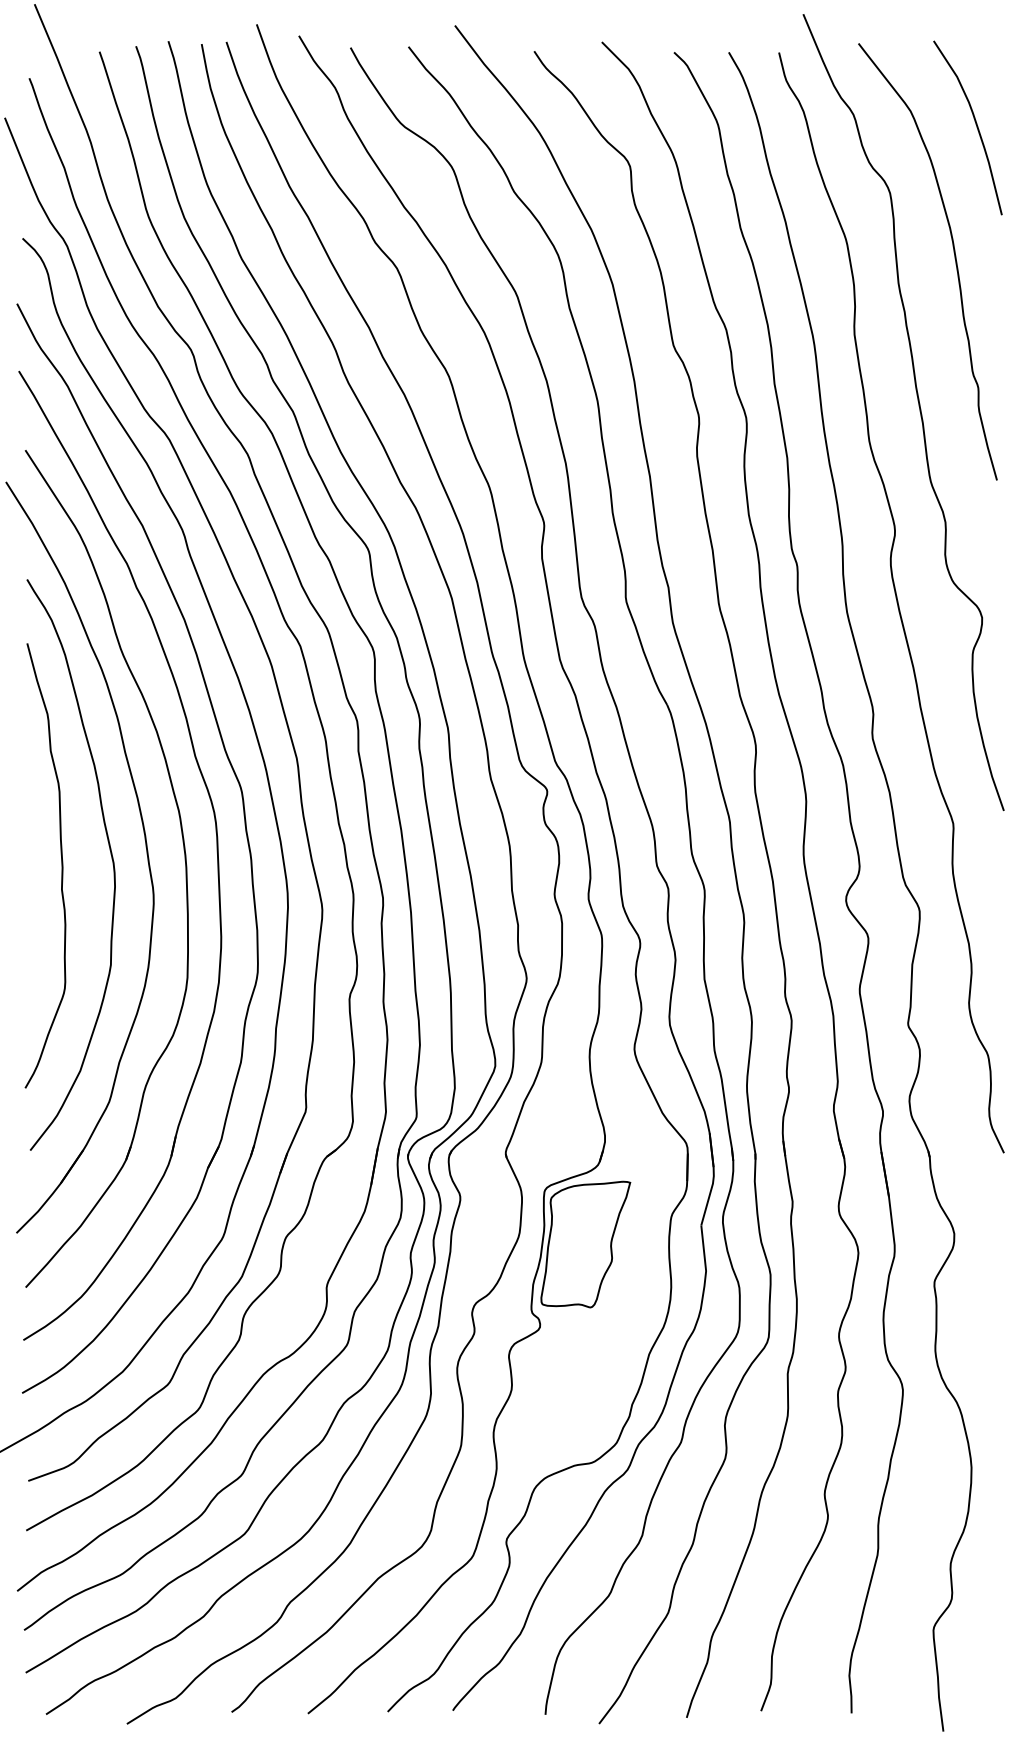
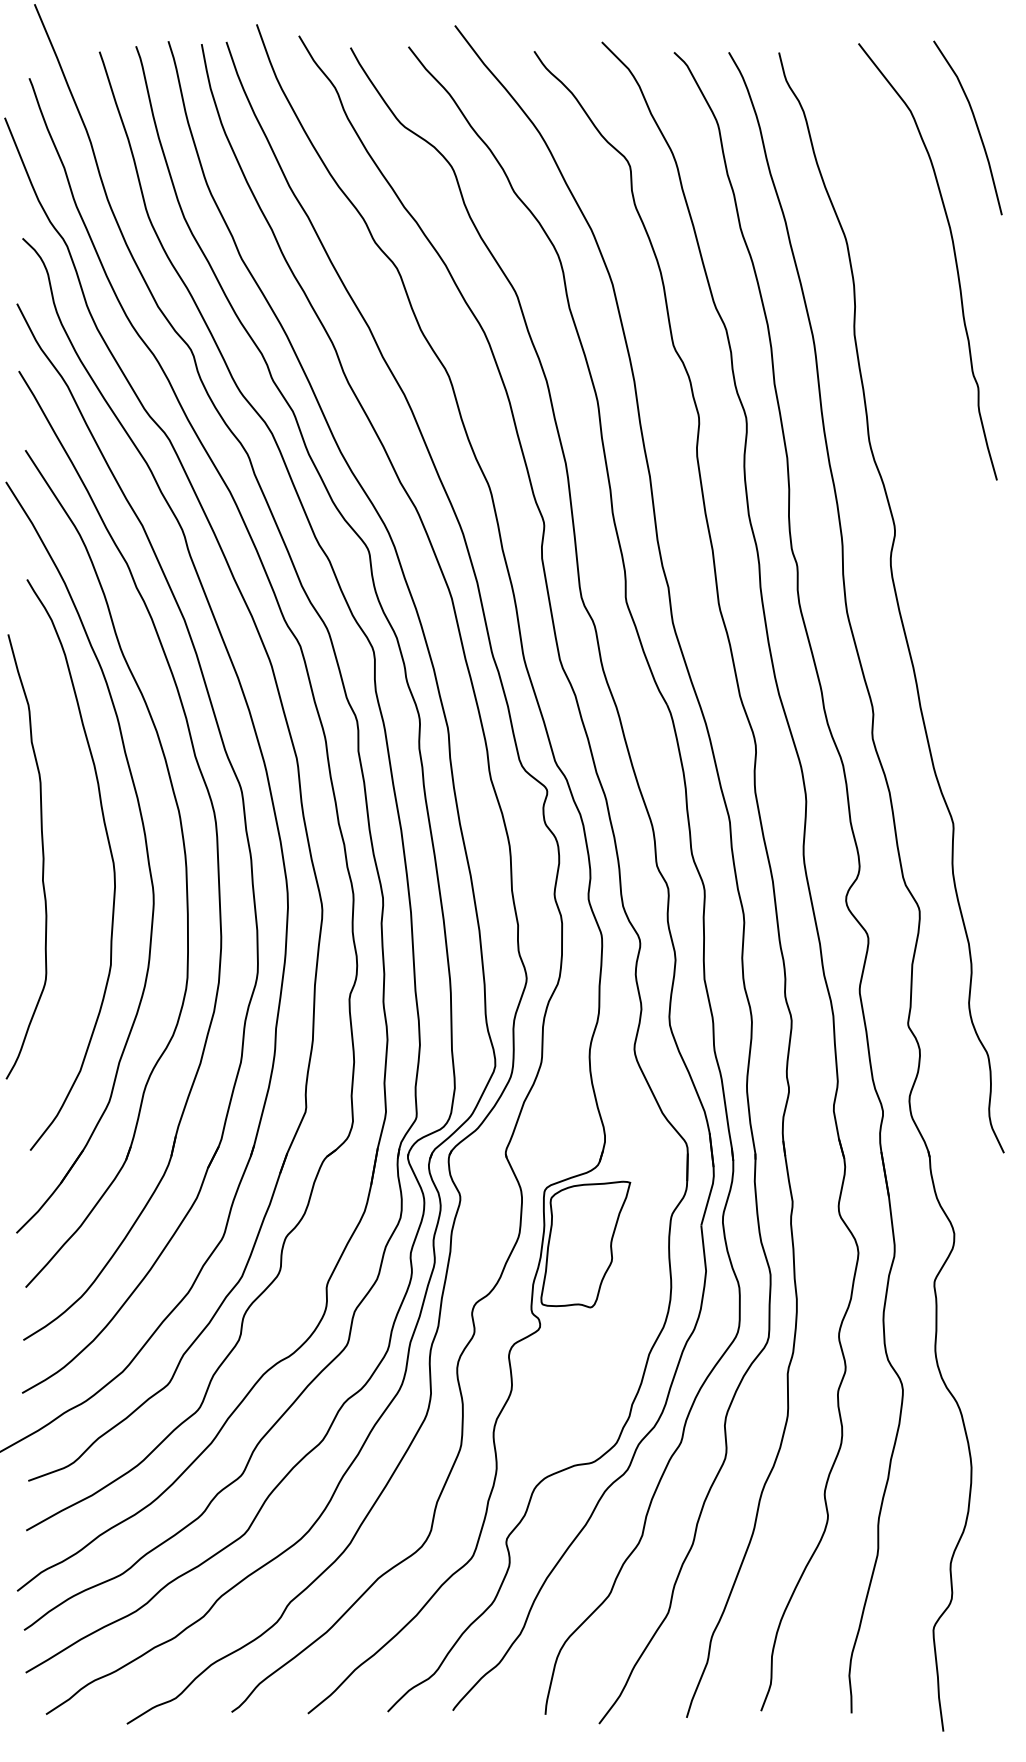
curve at (919, 411): present -> none
curve at (61, 865) position: (61, 865) -> (42, 856)
